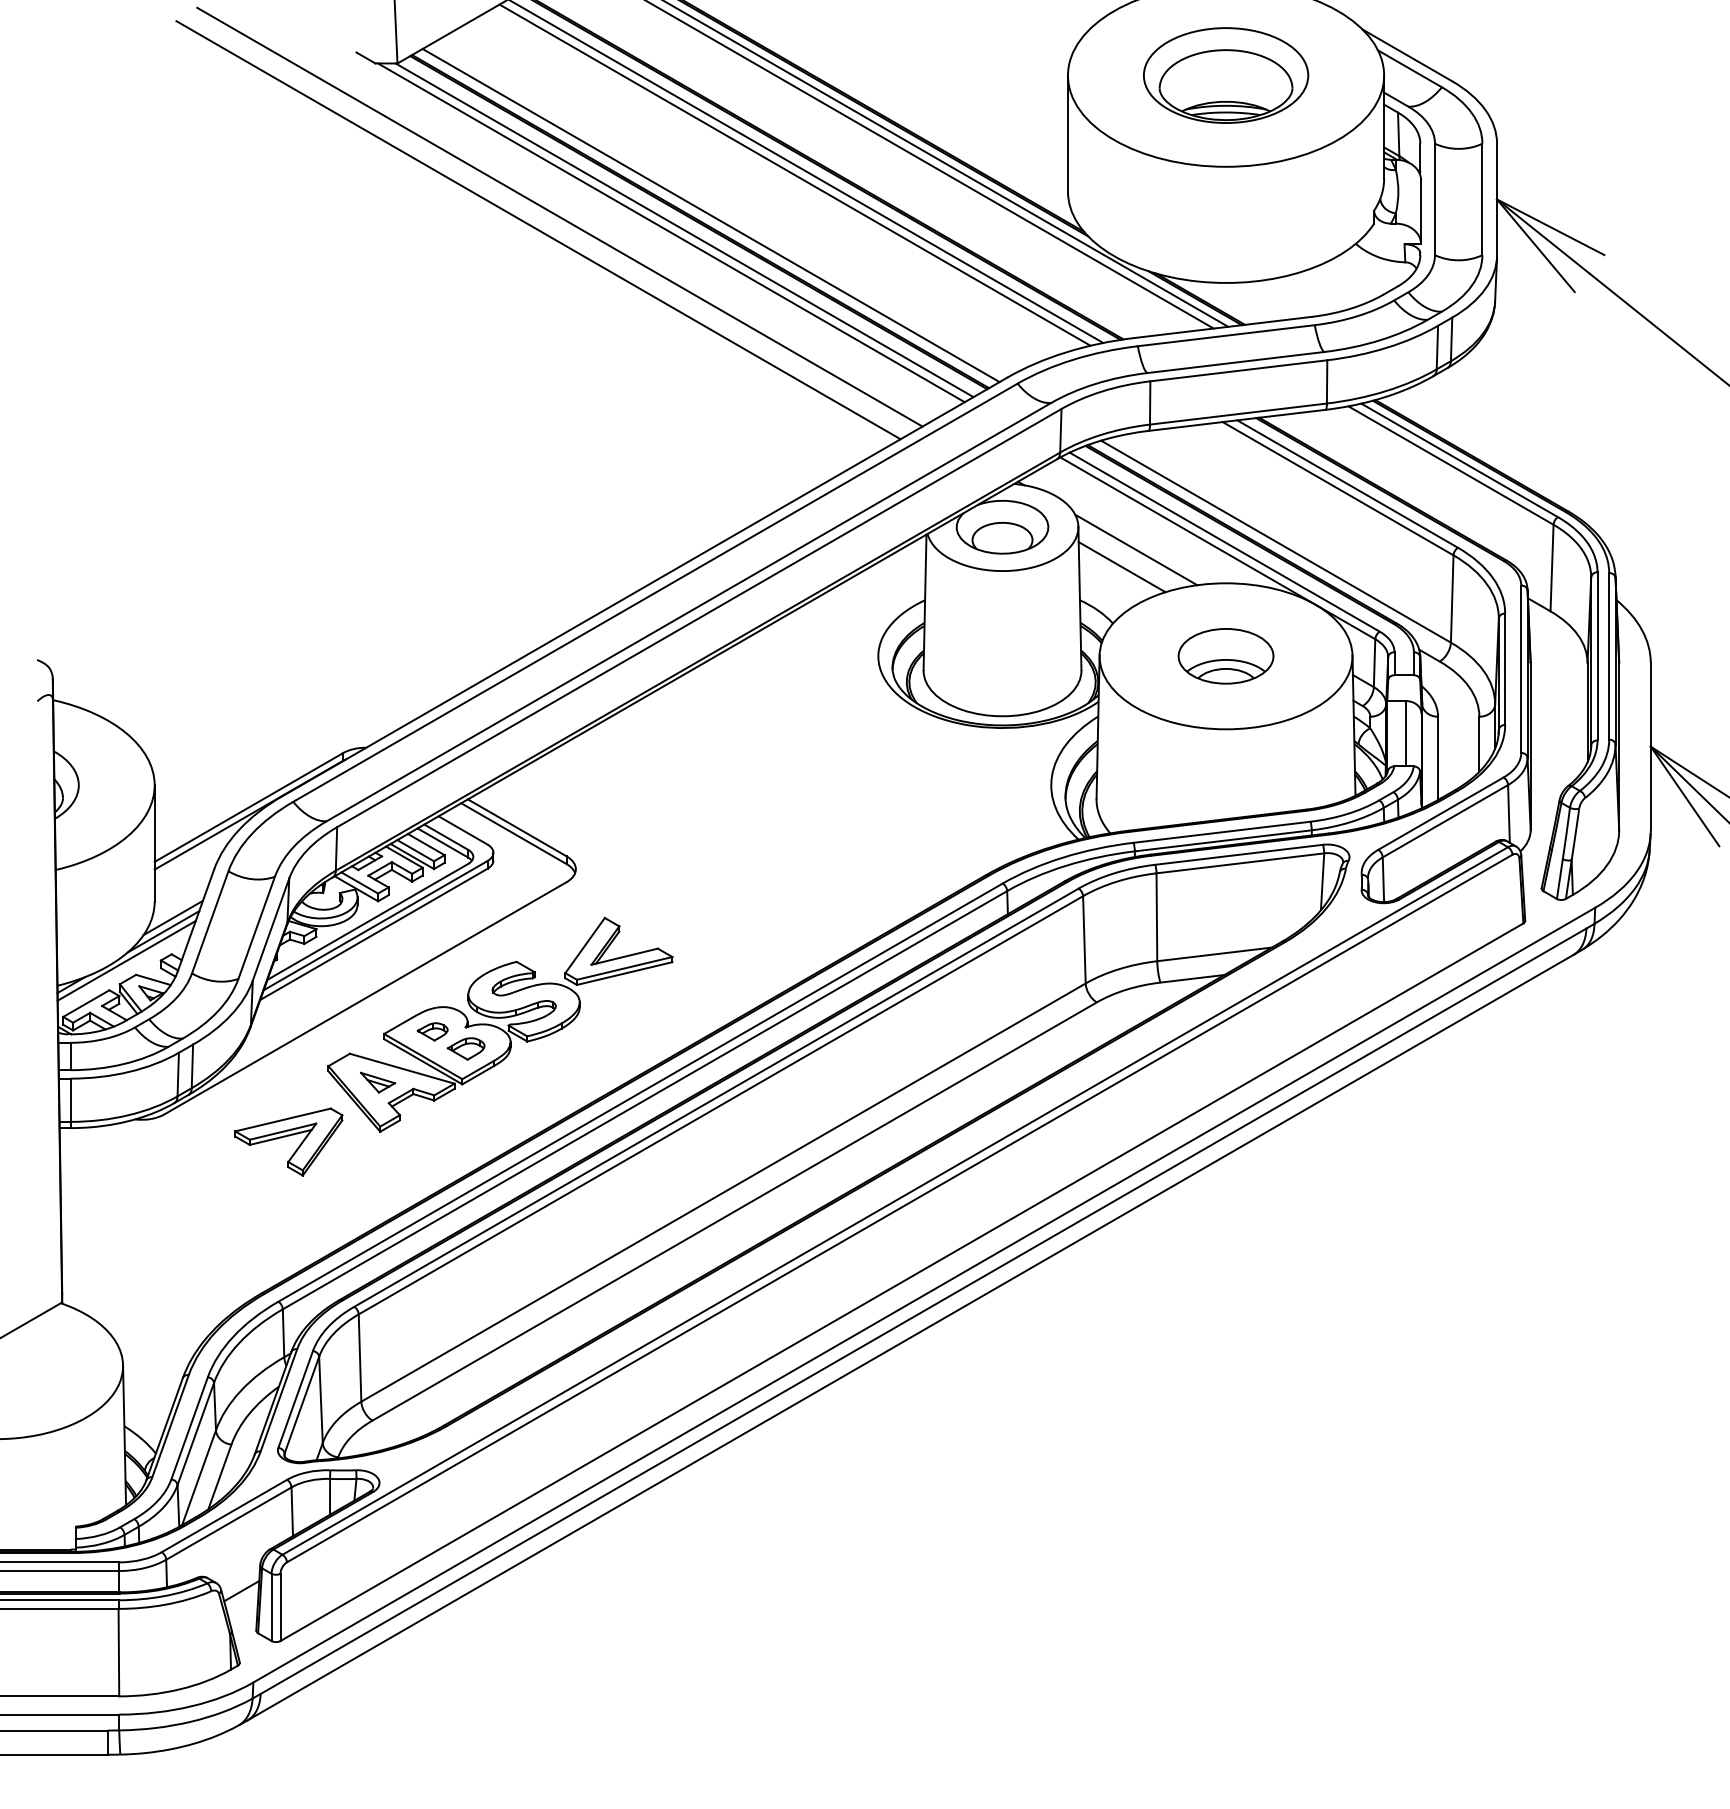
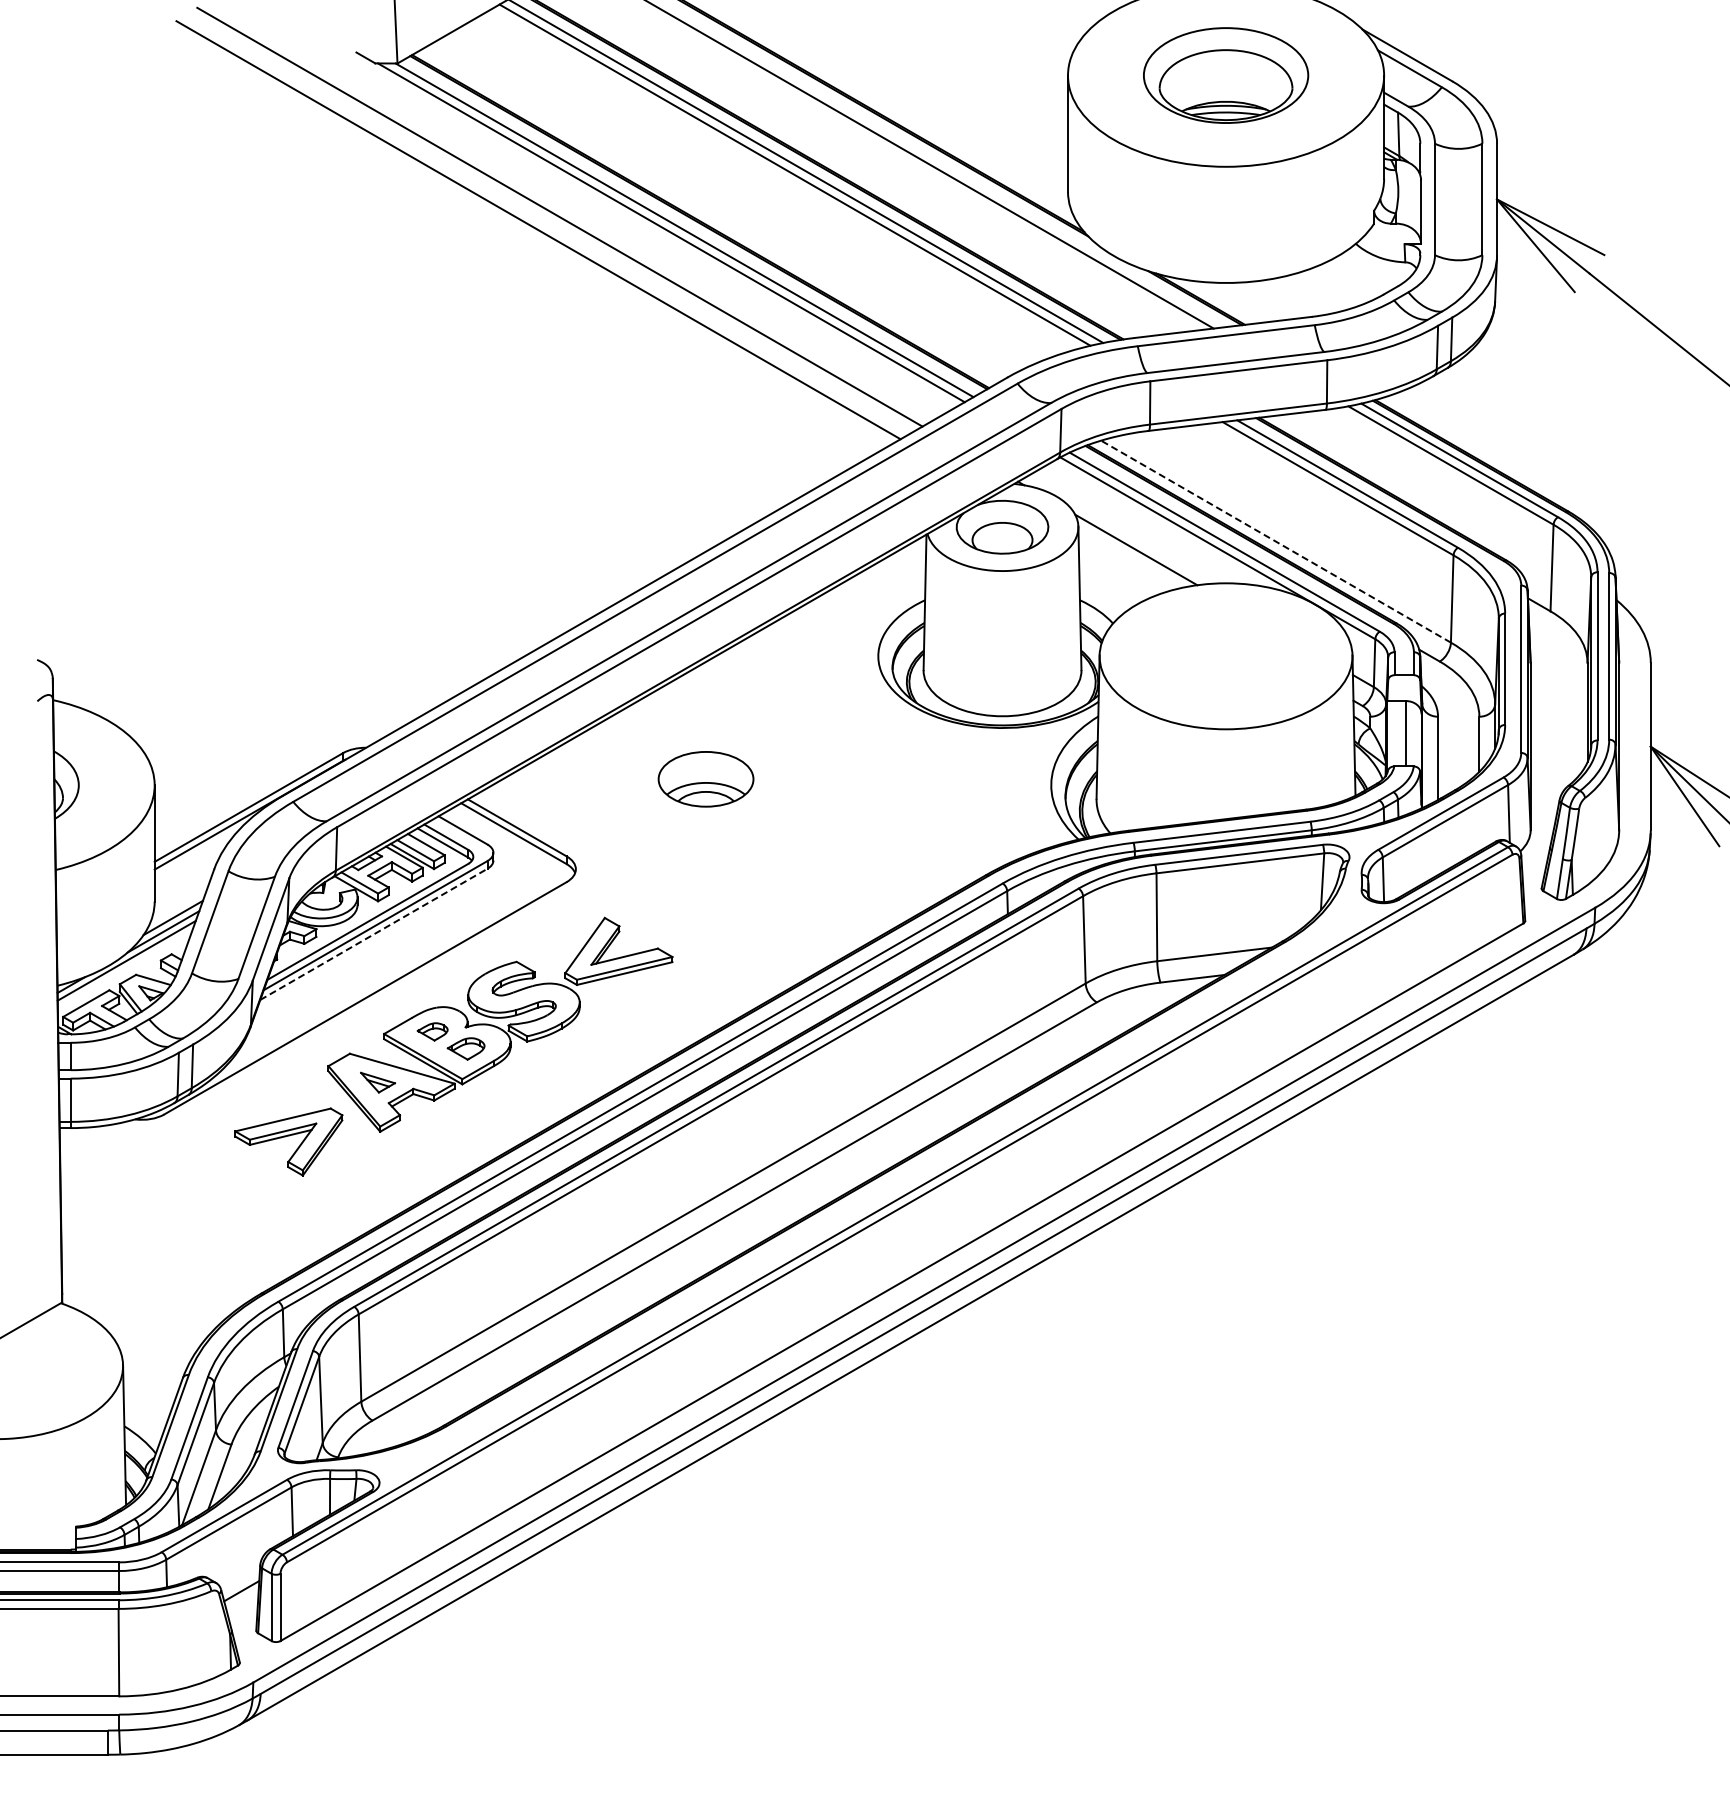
line at (947, 164): present -> none
line at (710, 215): present -> none
line at (1276, 541): solid -> dashed
line at (1121, 567): present -> none
part at (1225, 656) position: (1225, 656) -> (705, 779)
line at (374, 934): solid -> dashed
